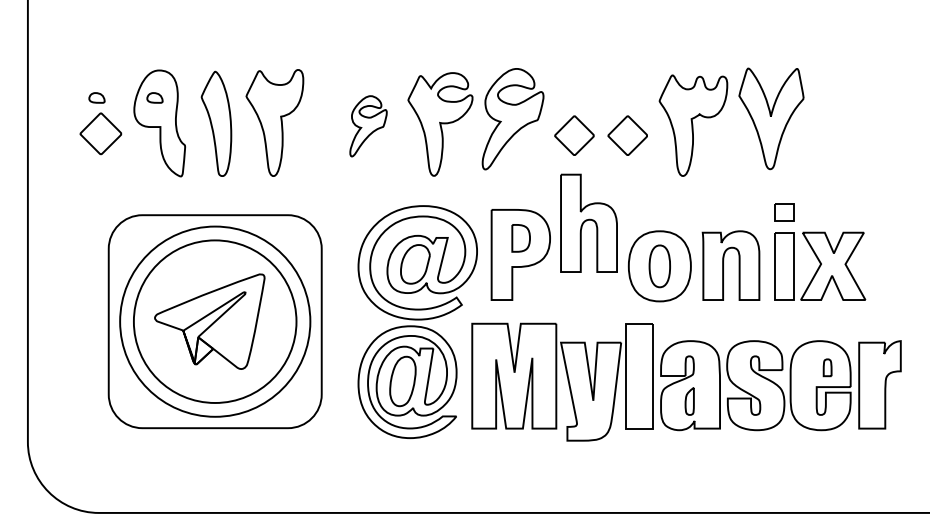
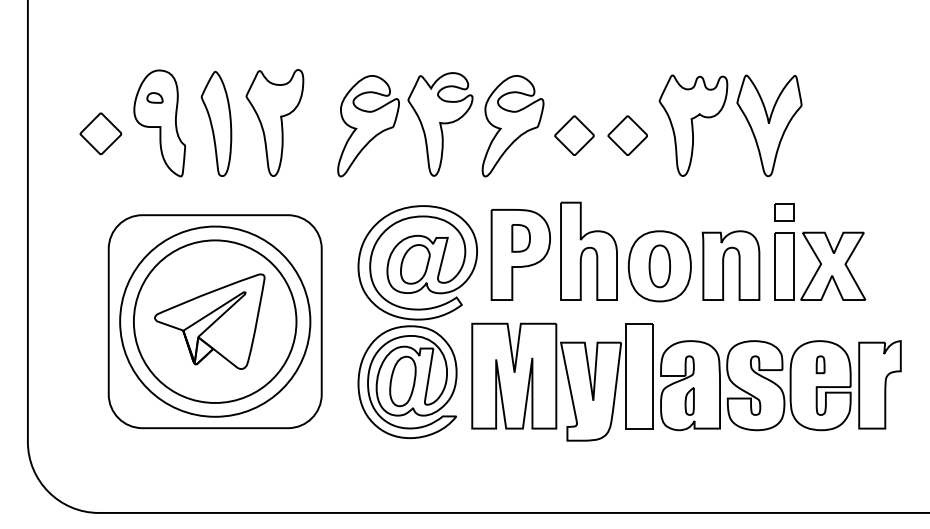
part at (96, 97): present -> none
part at (771, 118) position: (771, 118) -> (769, 125)
part at (512, 119) position: (512, 119) -> (512, 126)
part at (368, 126) size: 39x63 px -> 63x103 px
part at (588, 222) position: (588, 222) -> (588, 250)
part at (827, 367) position: (827, 367) -> (820, 364)
